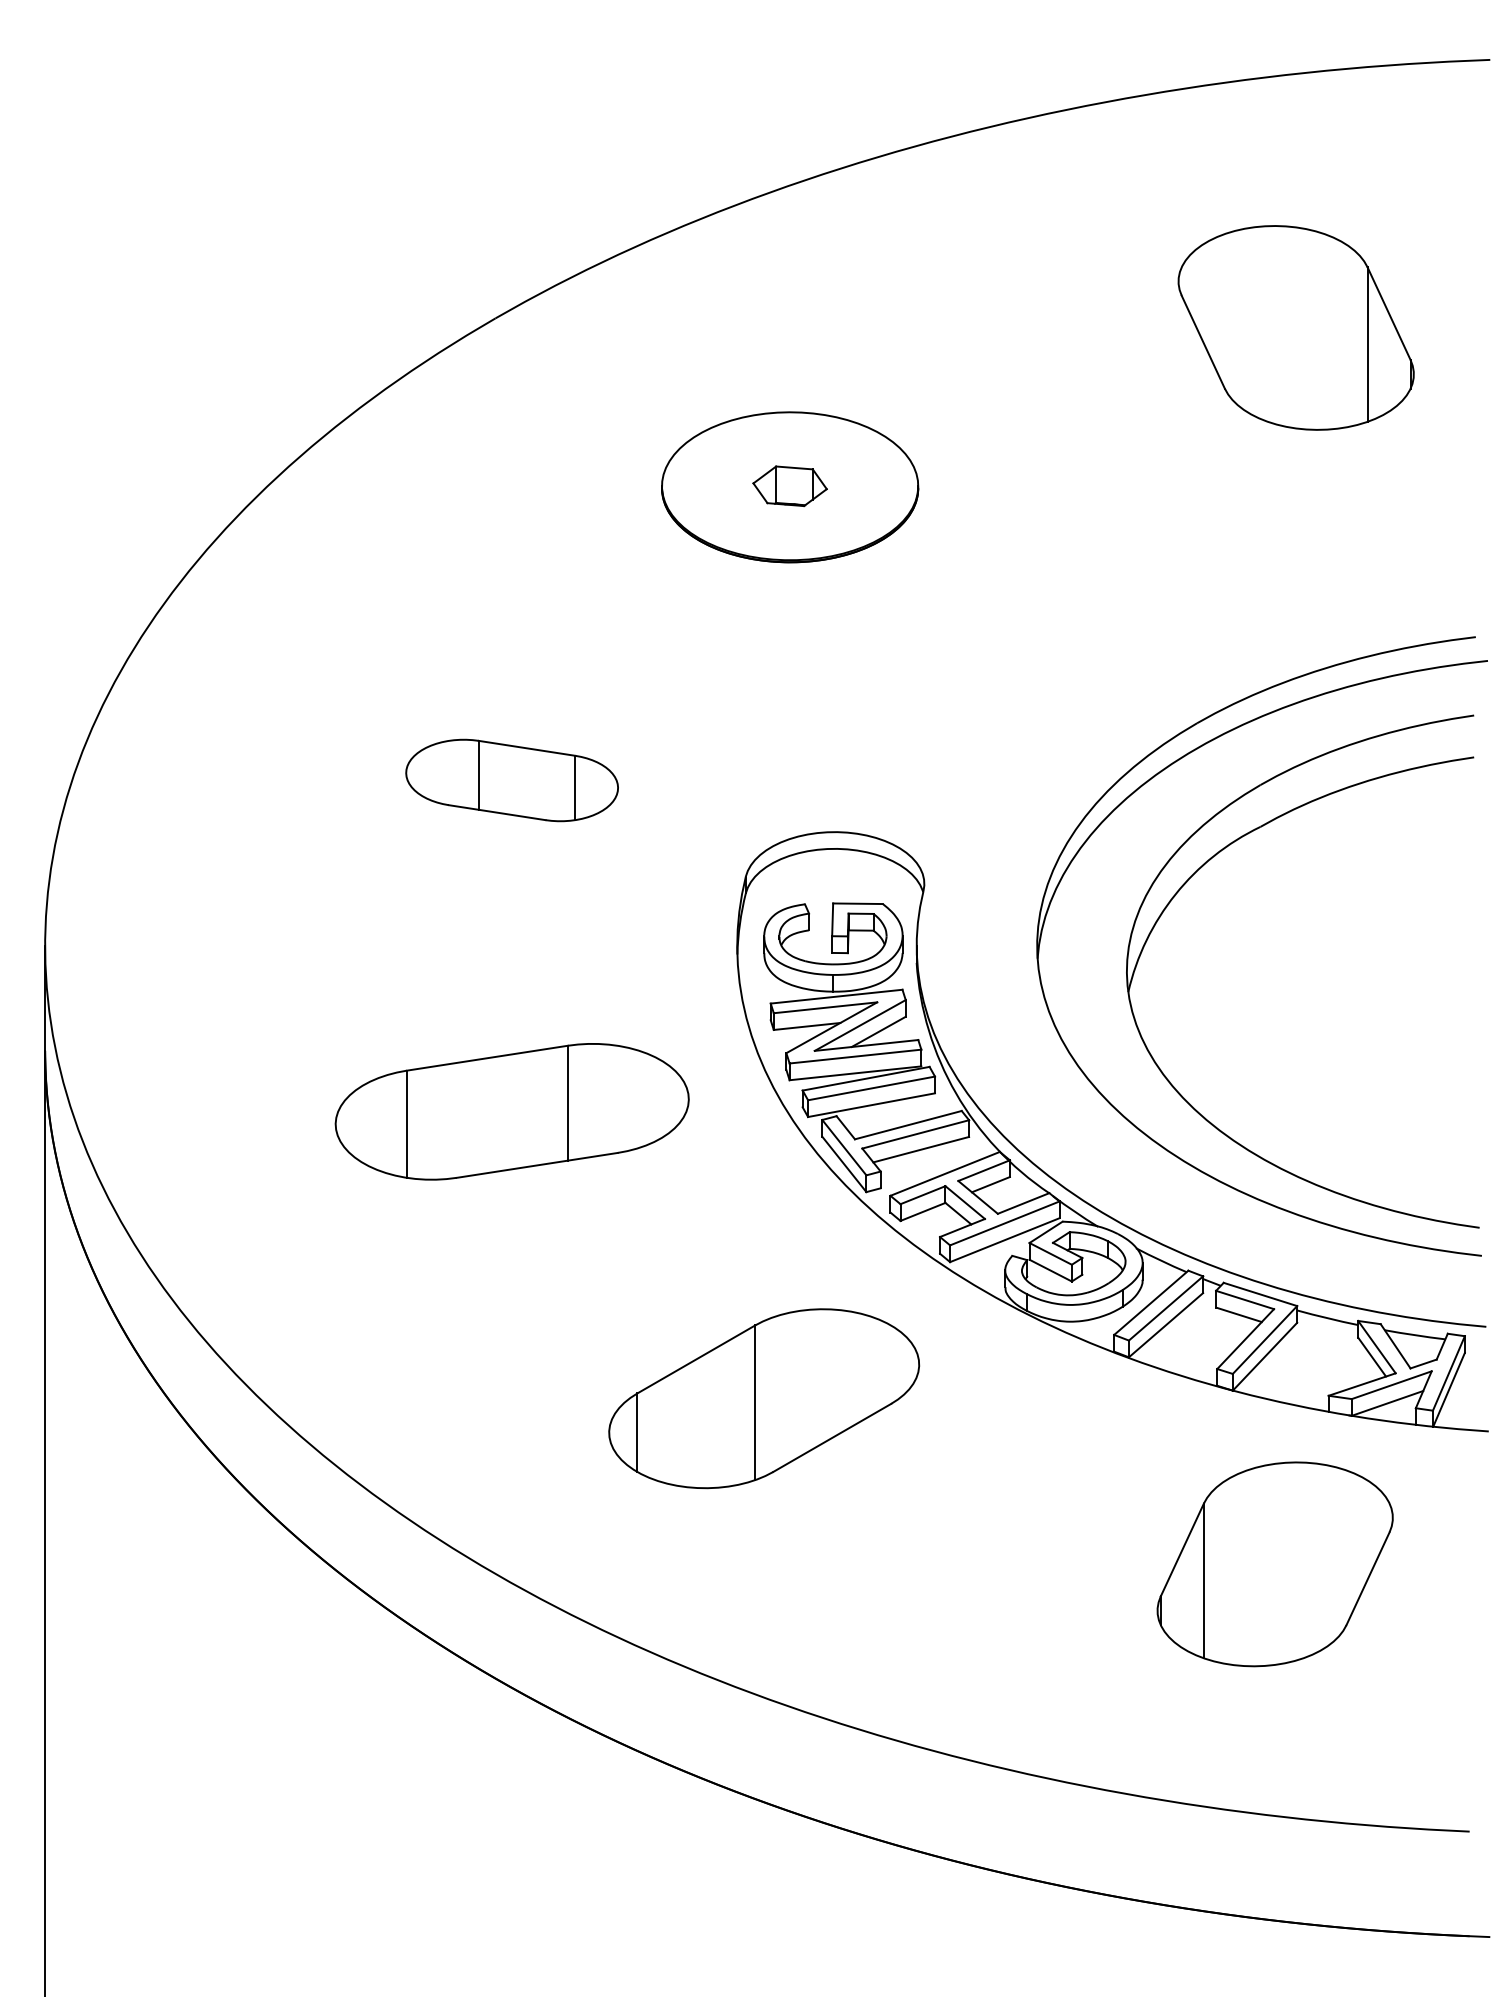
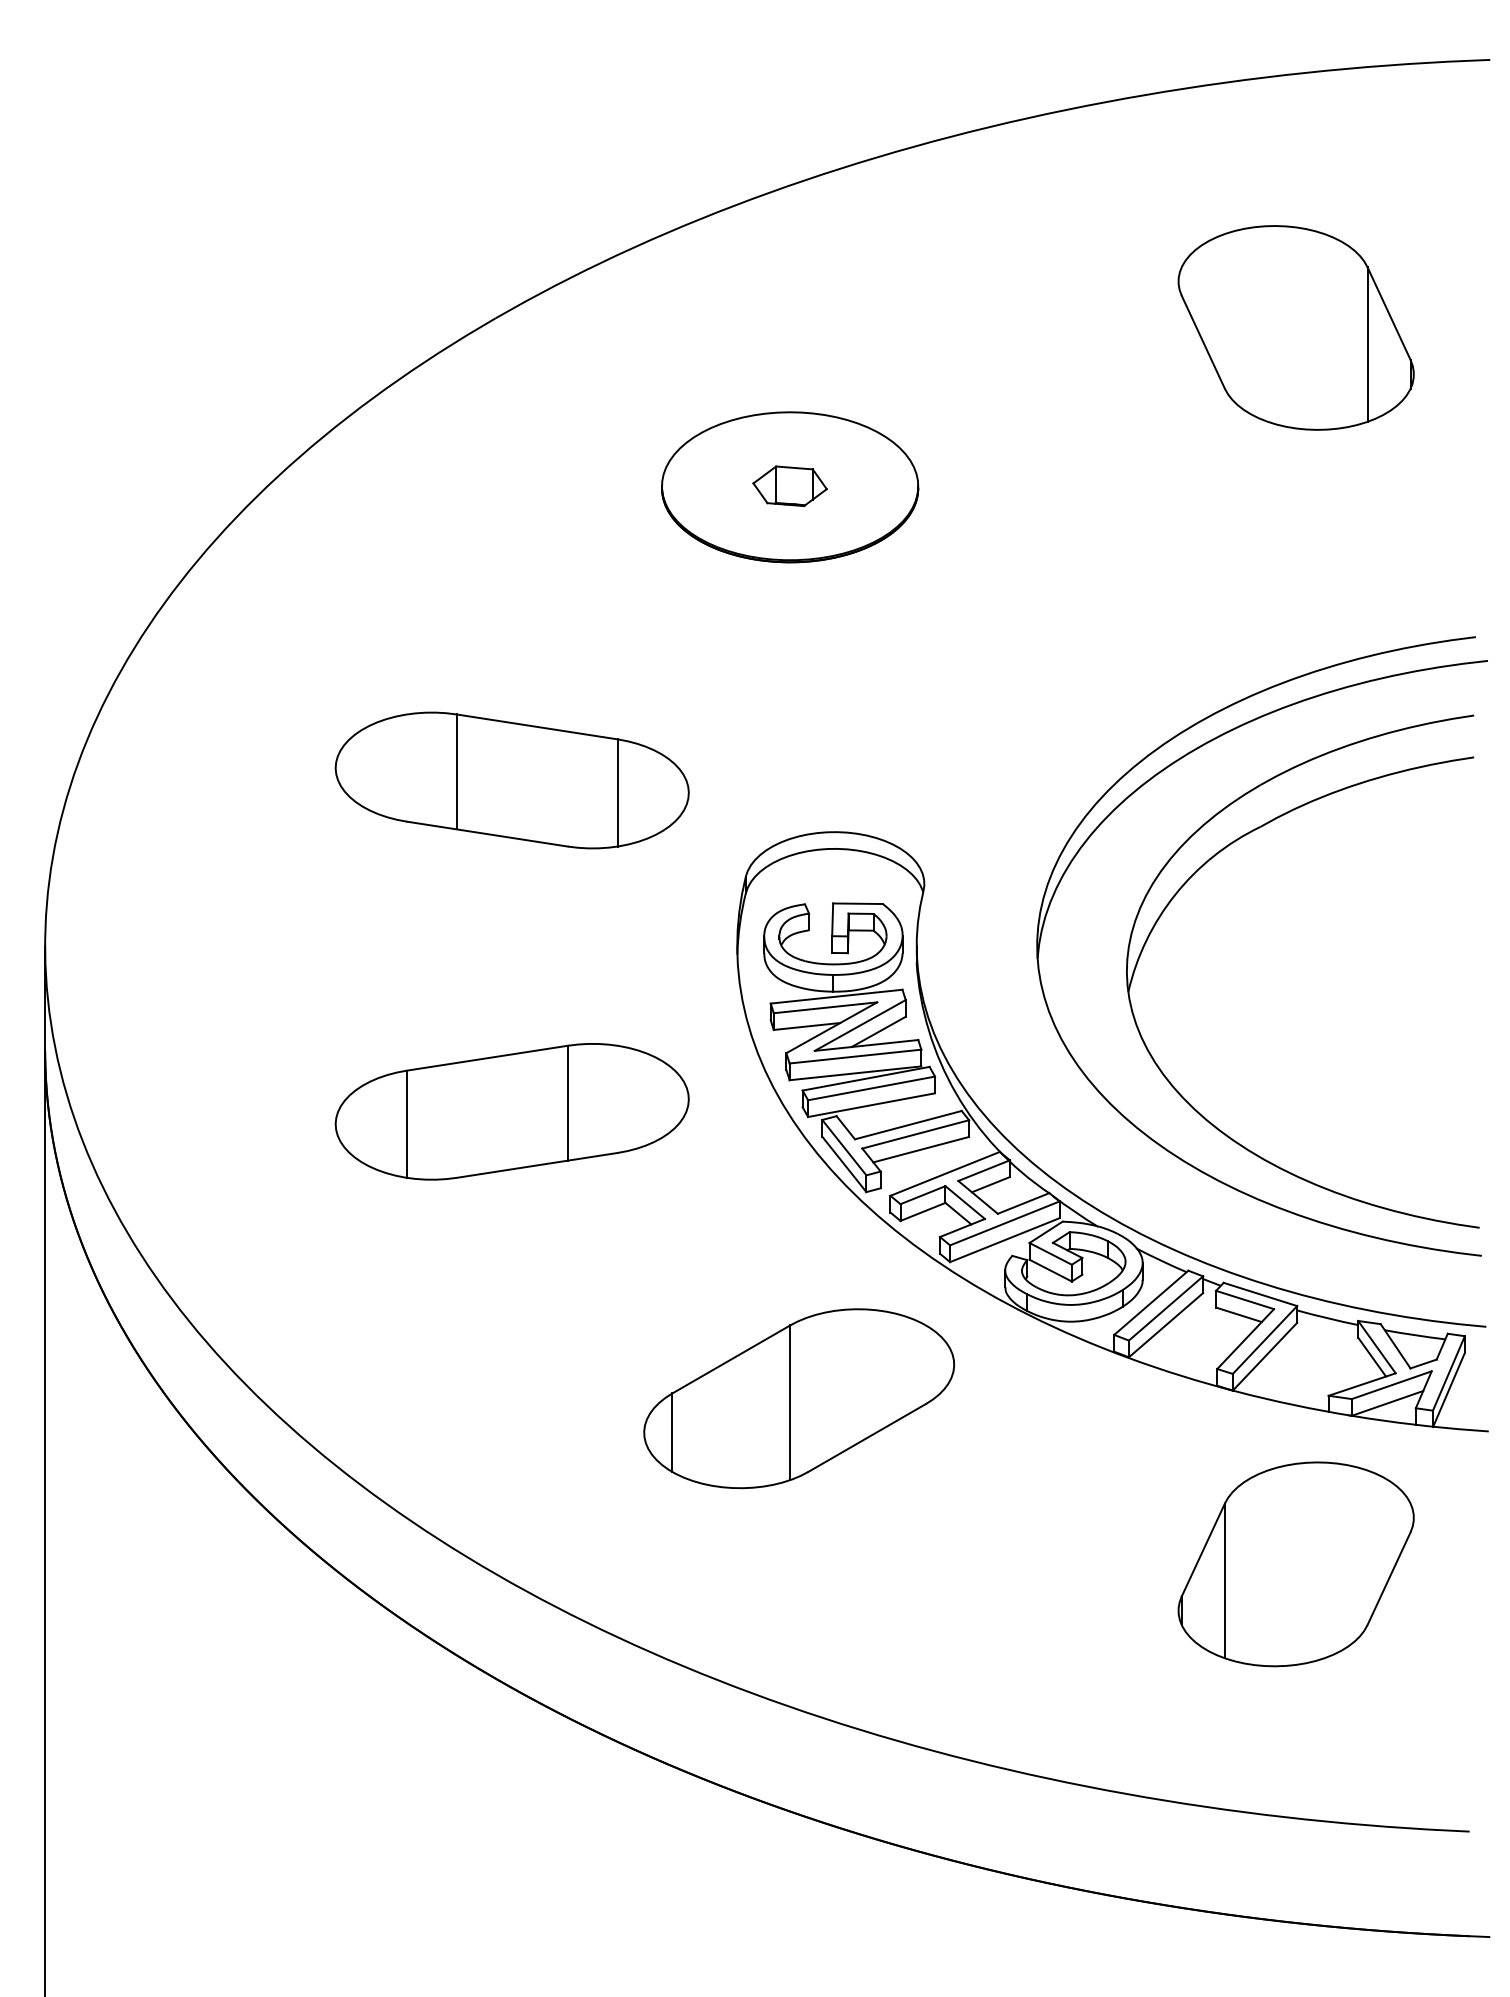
part at (511, 780) size: 214x85 px -> 356x139 px
part at (764, 1398) position: (764, 1398) -> (799, 1398)
part at (1274, 1564) position: (1274, 1564) -> (1295, 1564)
